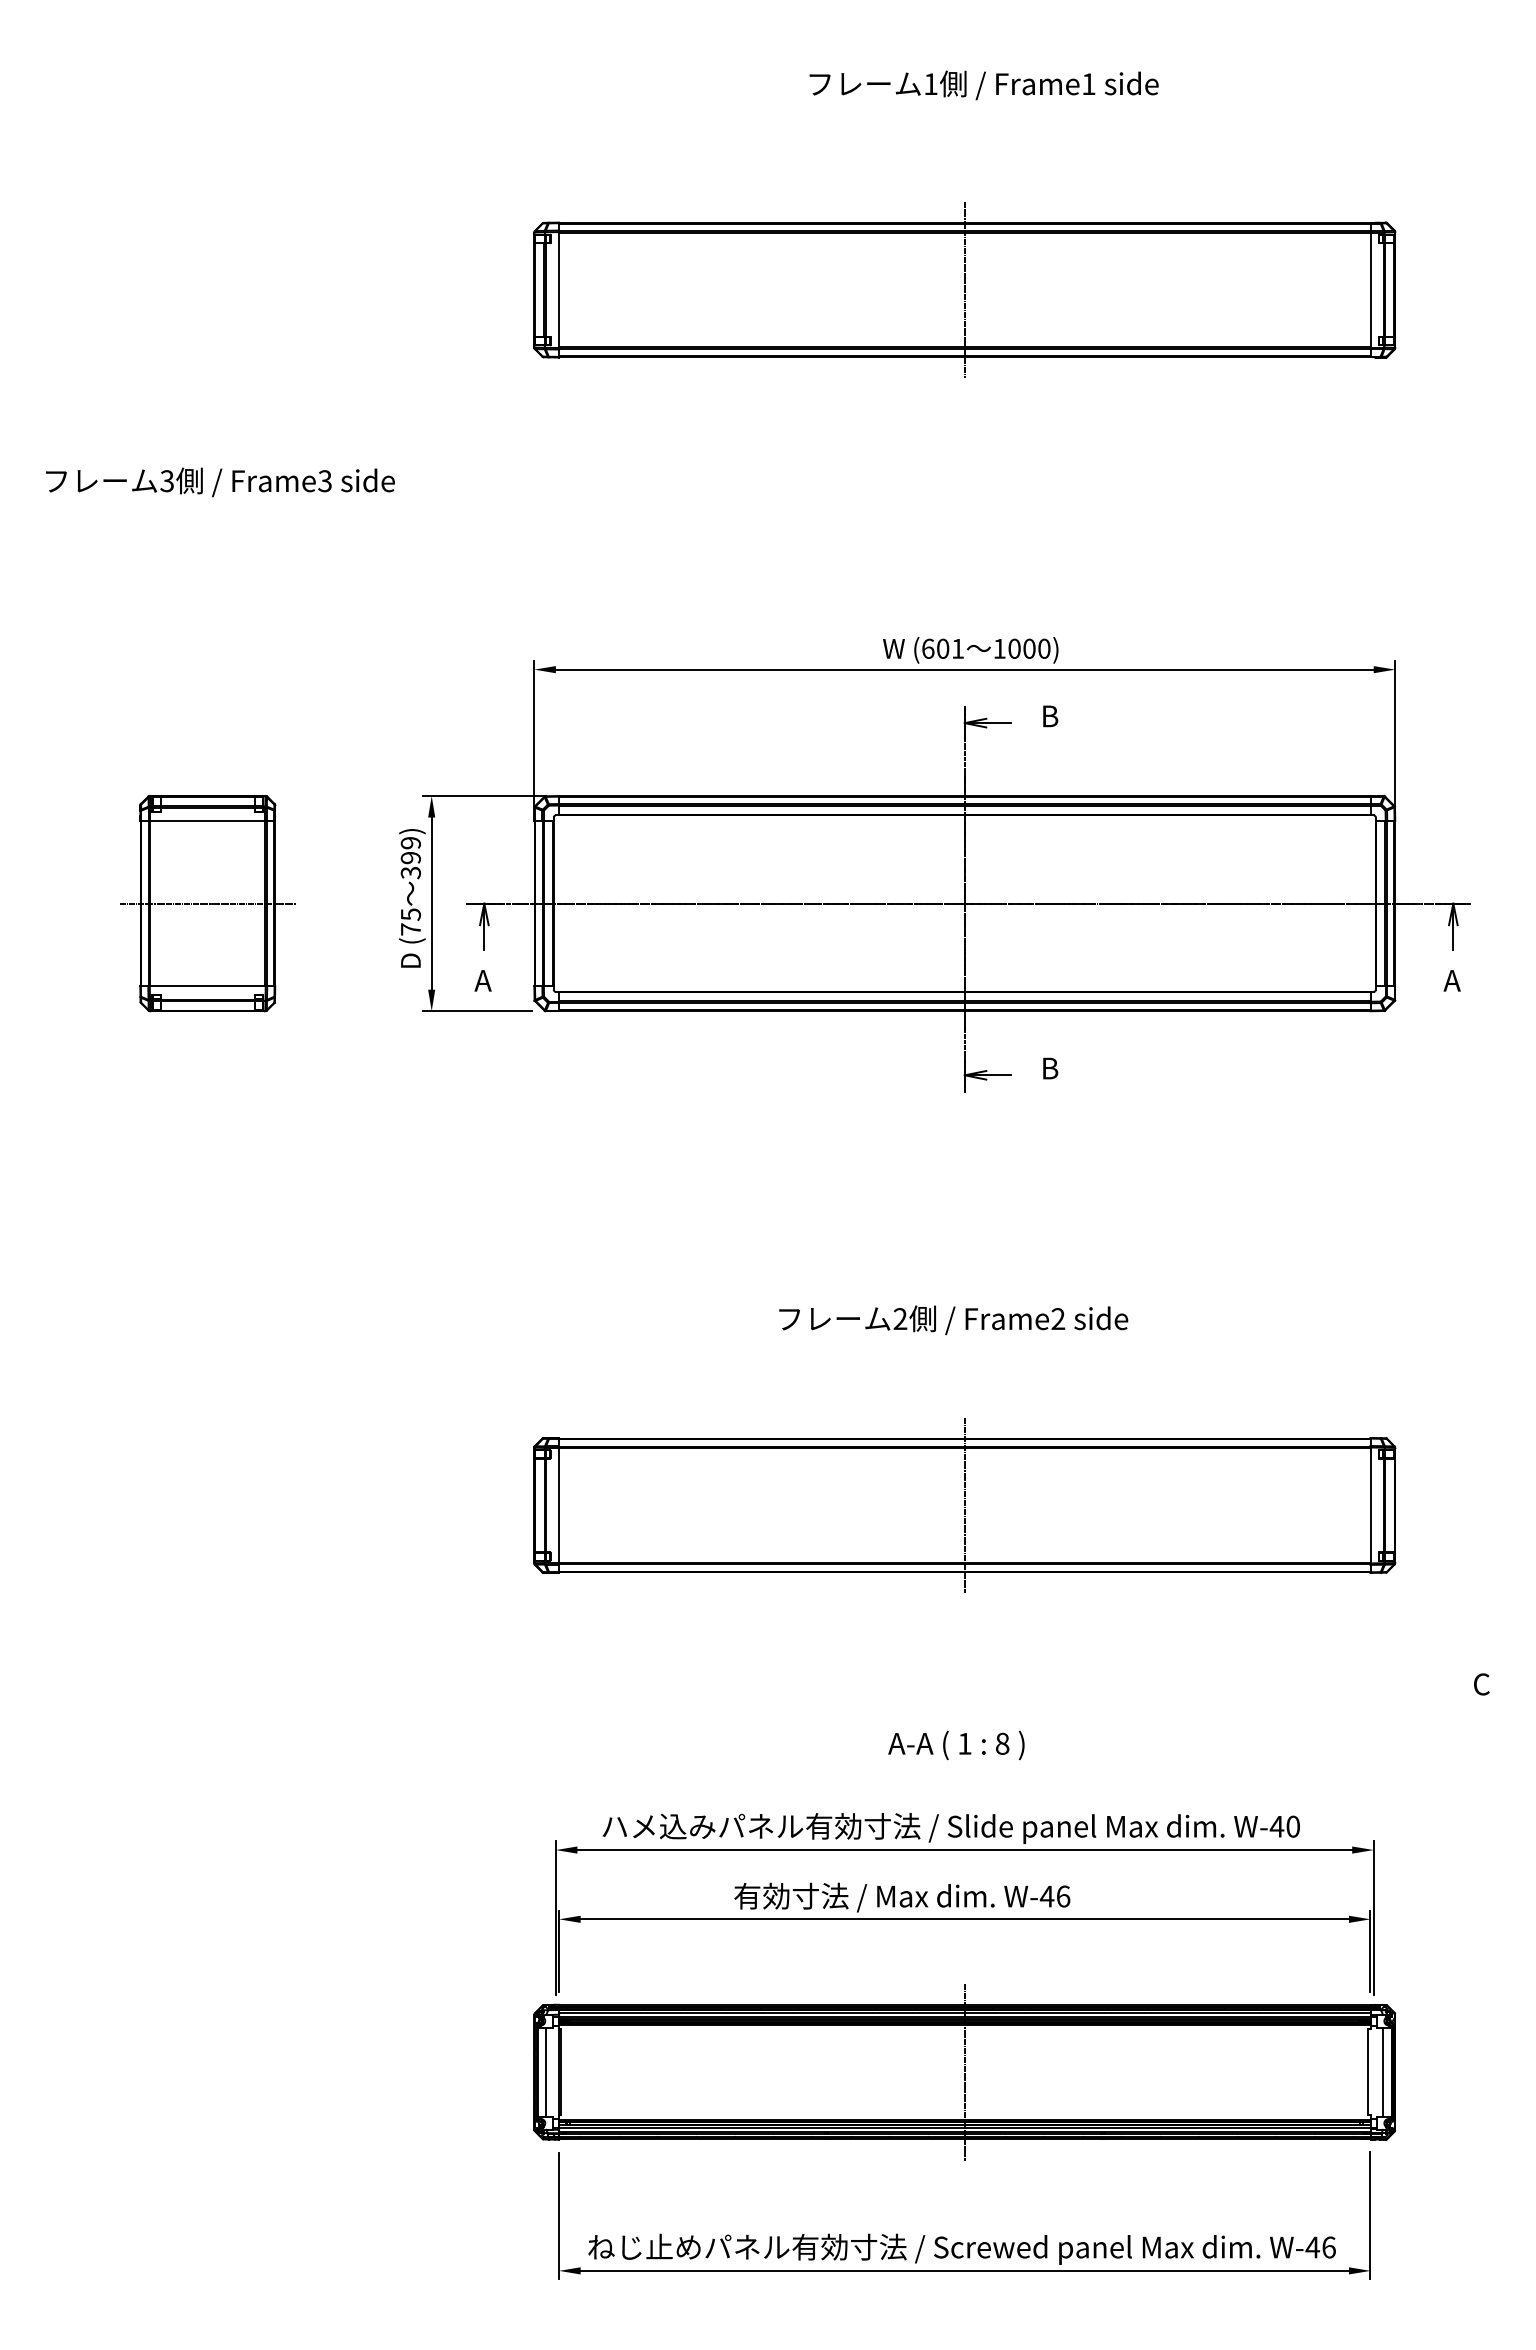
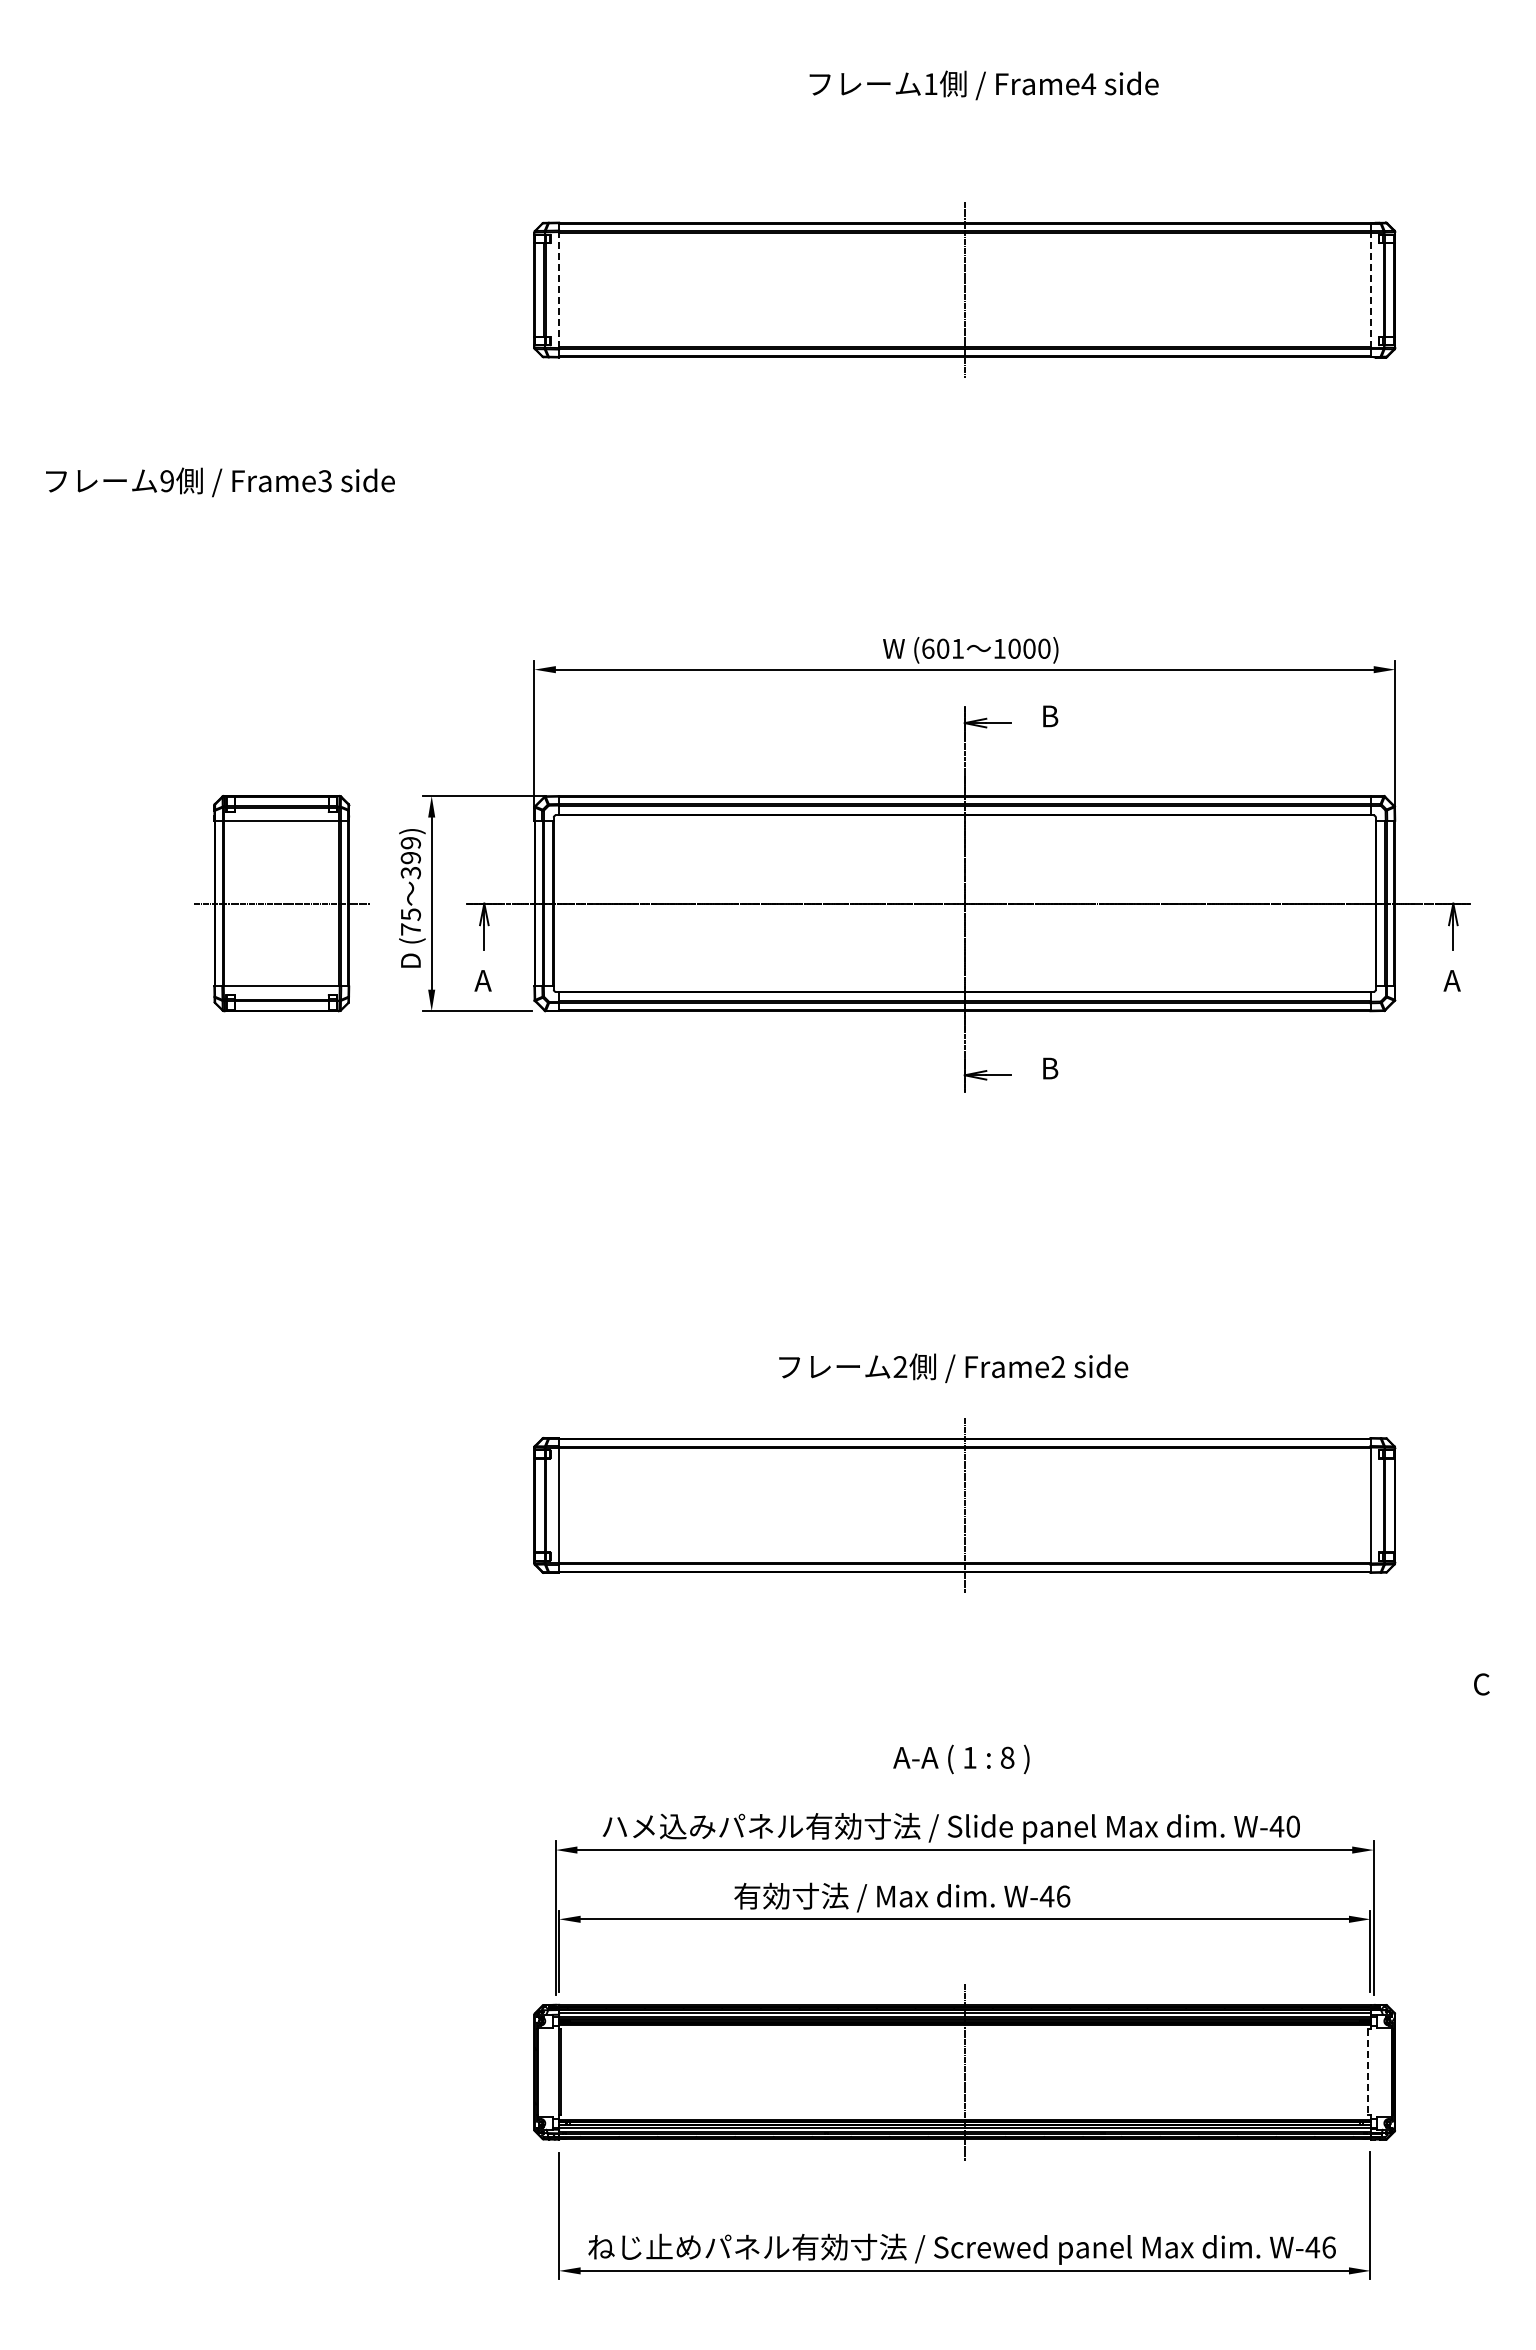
text at (1088, 83): Frame1 -> Frame4
line at (559, 290): solid -> dashed
line at (1370, 290): solid -> dashed
text at (166, 481): 3 -> 9
part at (207, 903) position: (207, 903) -> (281, 903)
text at (953, 1319) position: (953, 1319) -> (953, 1367)
text at (956, 1745) position: (956, 1745) -> (961, 1759)
line at (546, 2071): present -> none
line at (1383, 2071): present -> none
line at (1368, 2072): solid -> dashed
